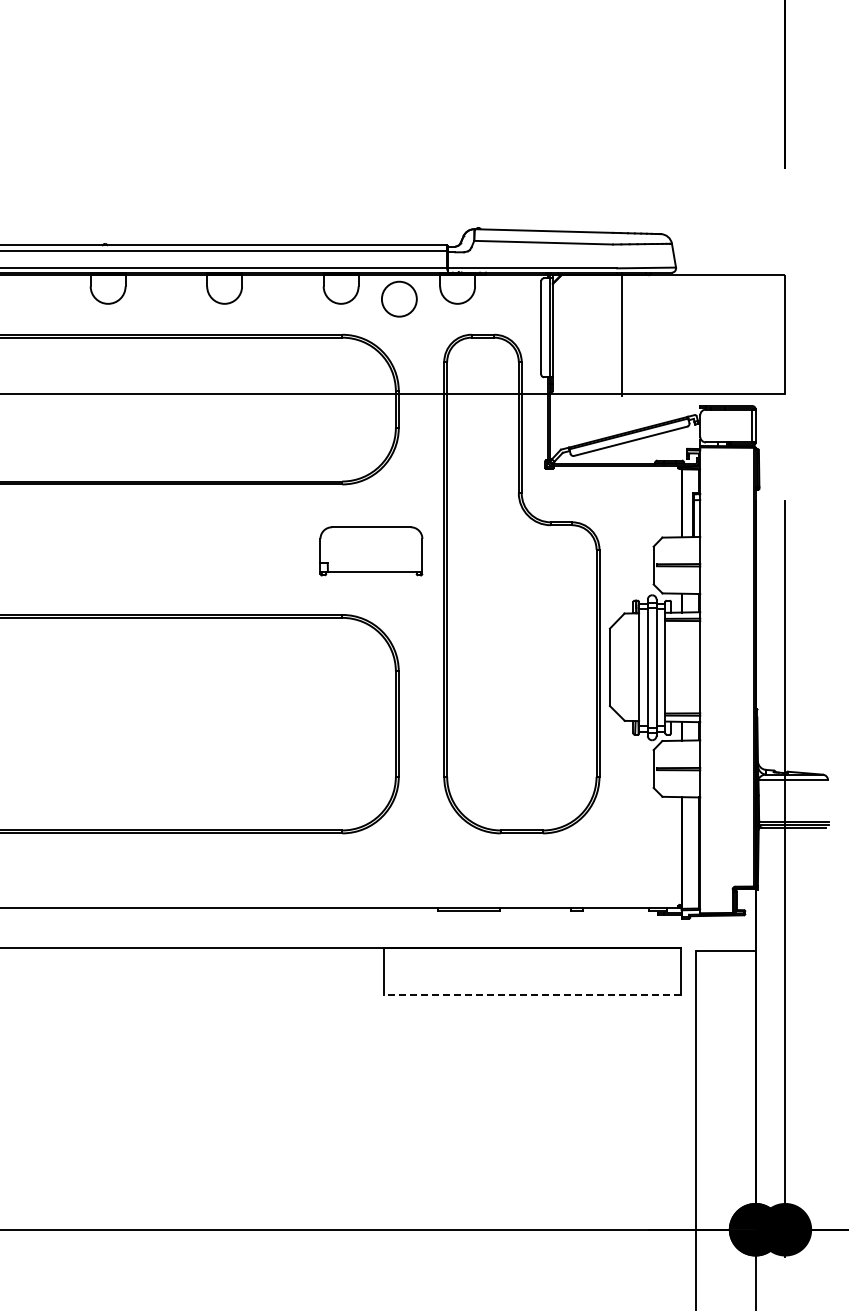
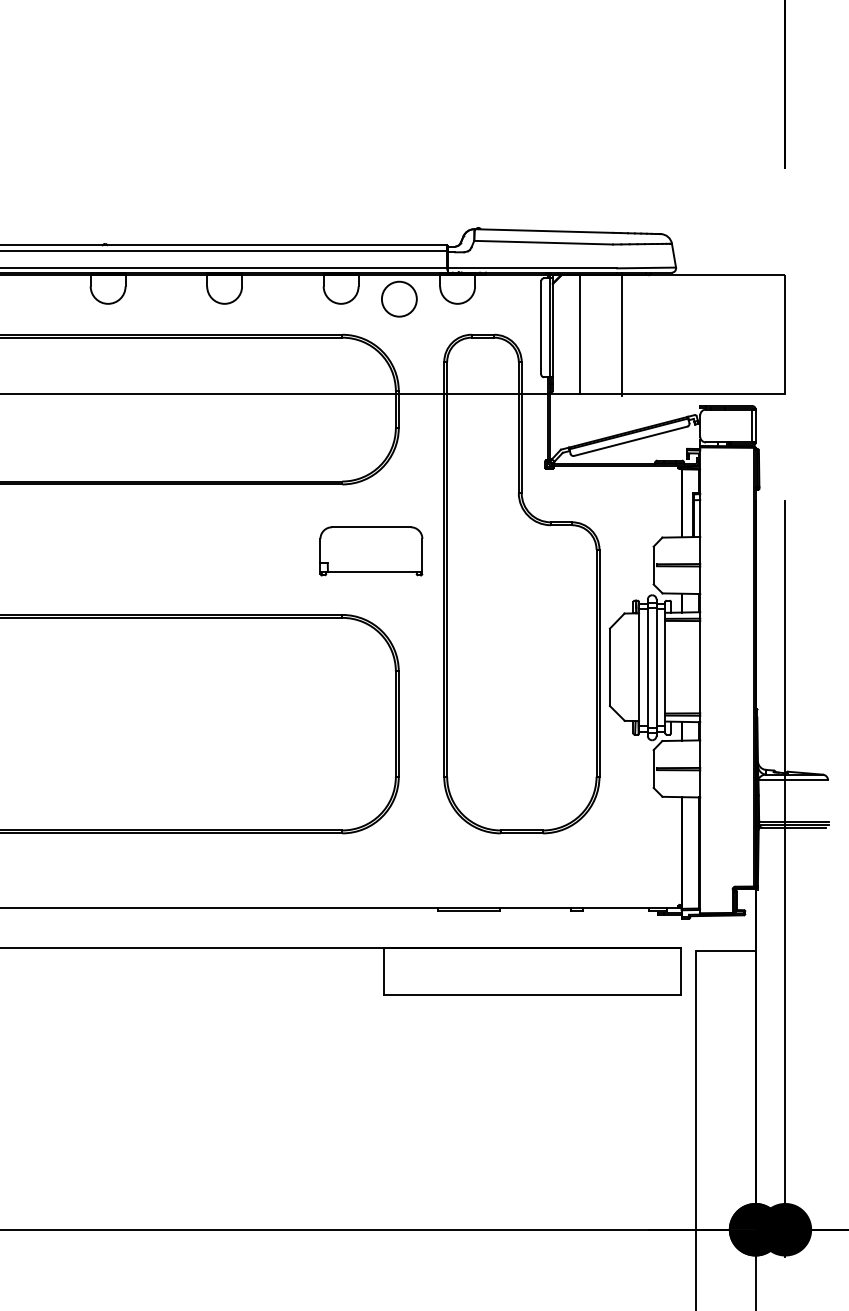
line at (580, 334): none -> present
line at (532, 995): dashed -> solid
